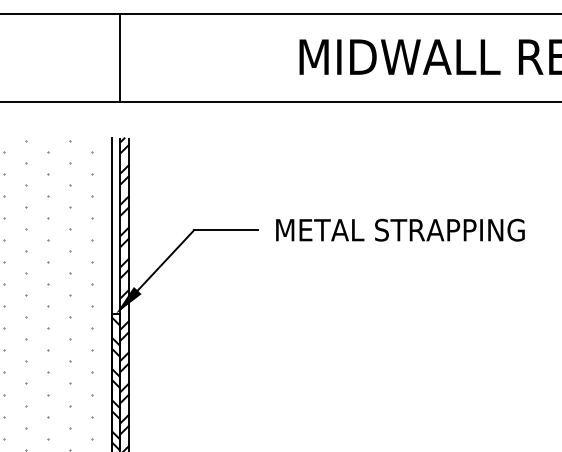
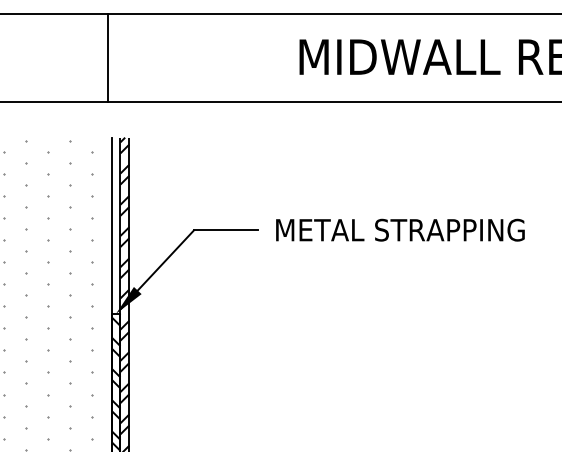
line at (120, 57) position: (120, 57) -> (108, 57)
